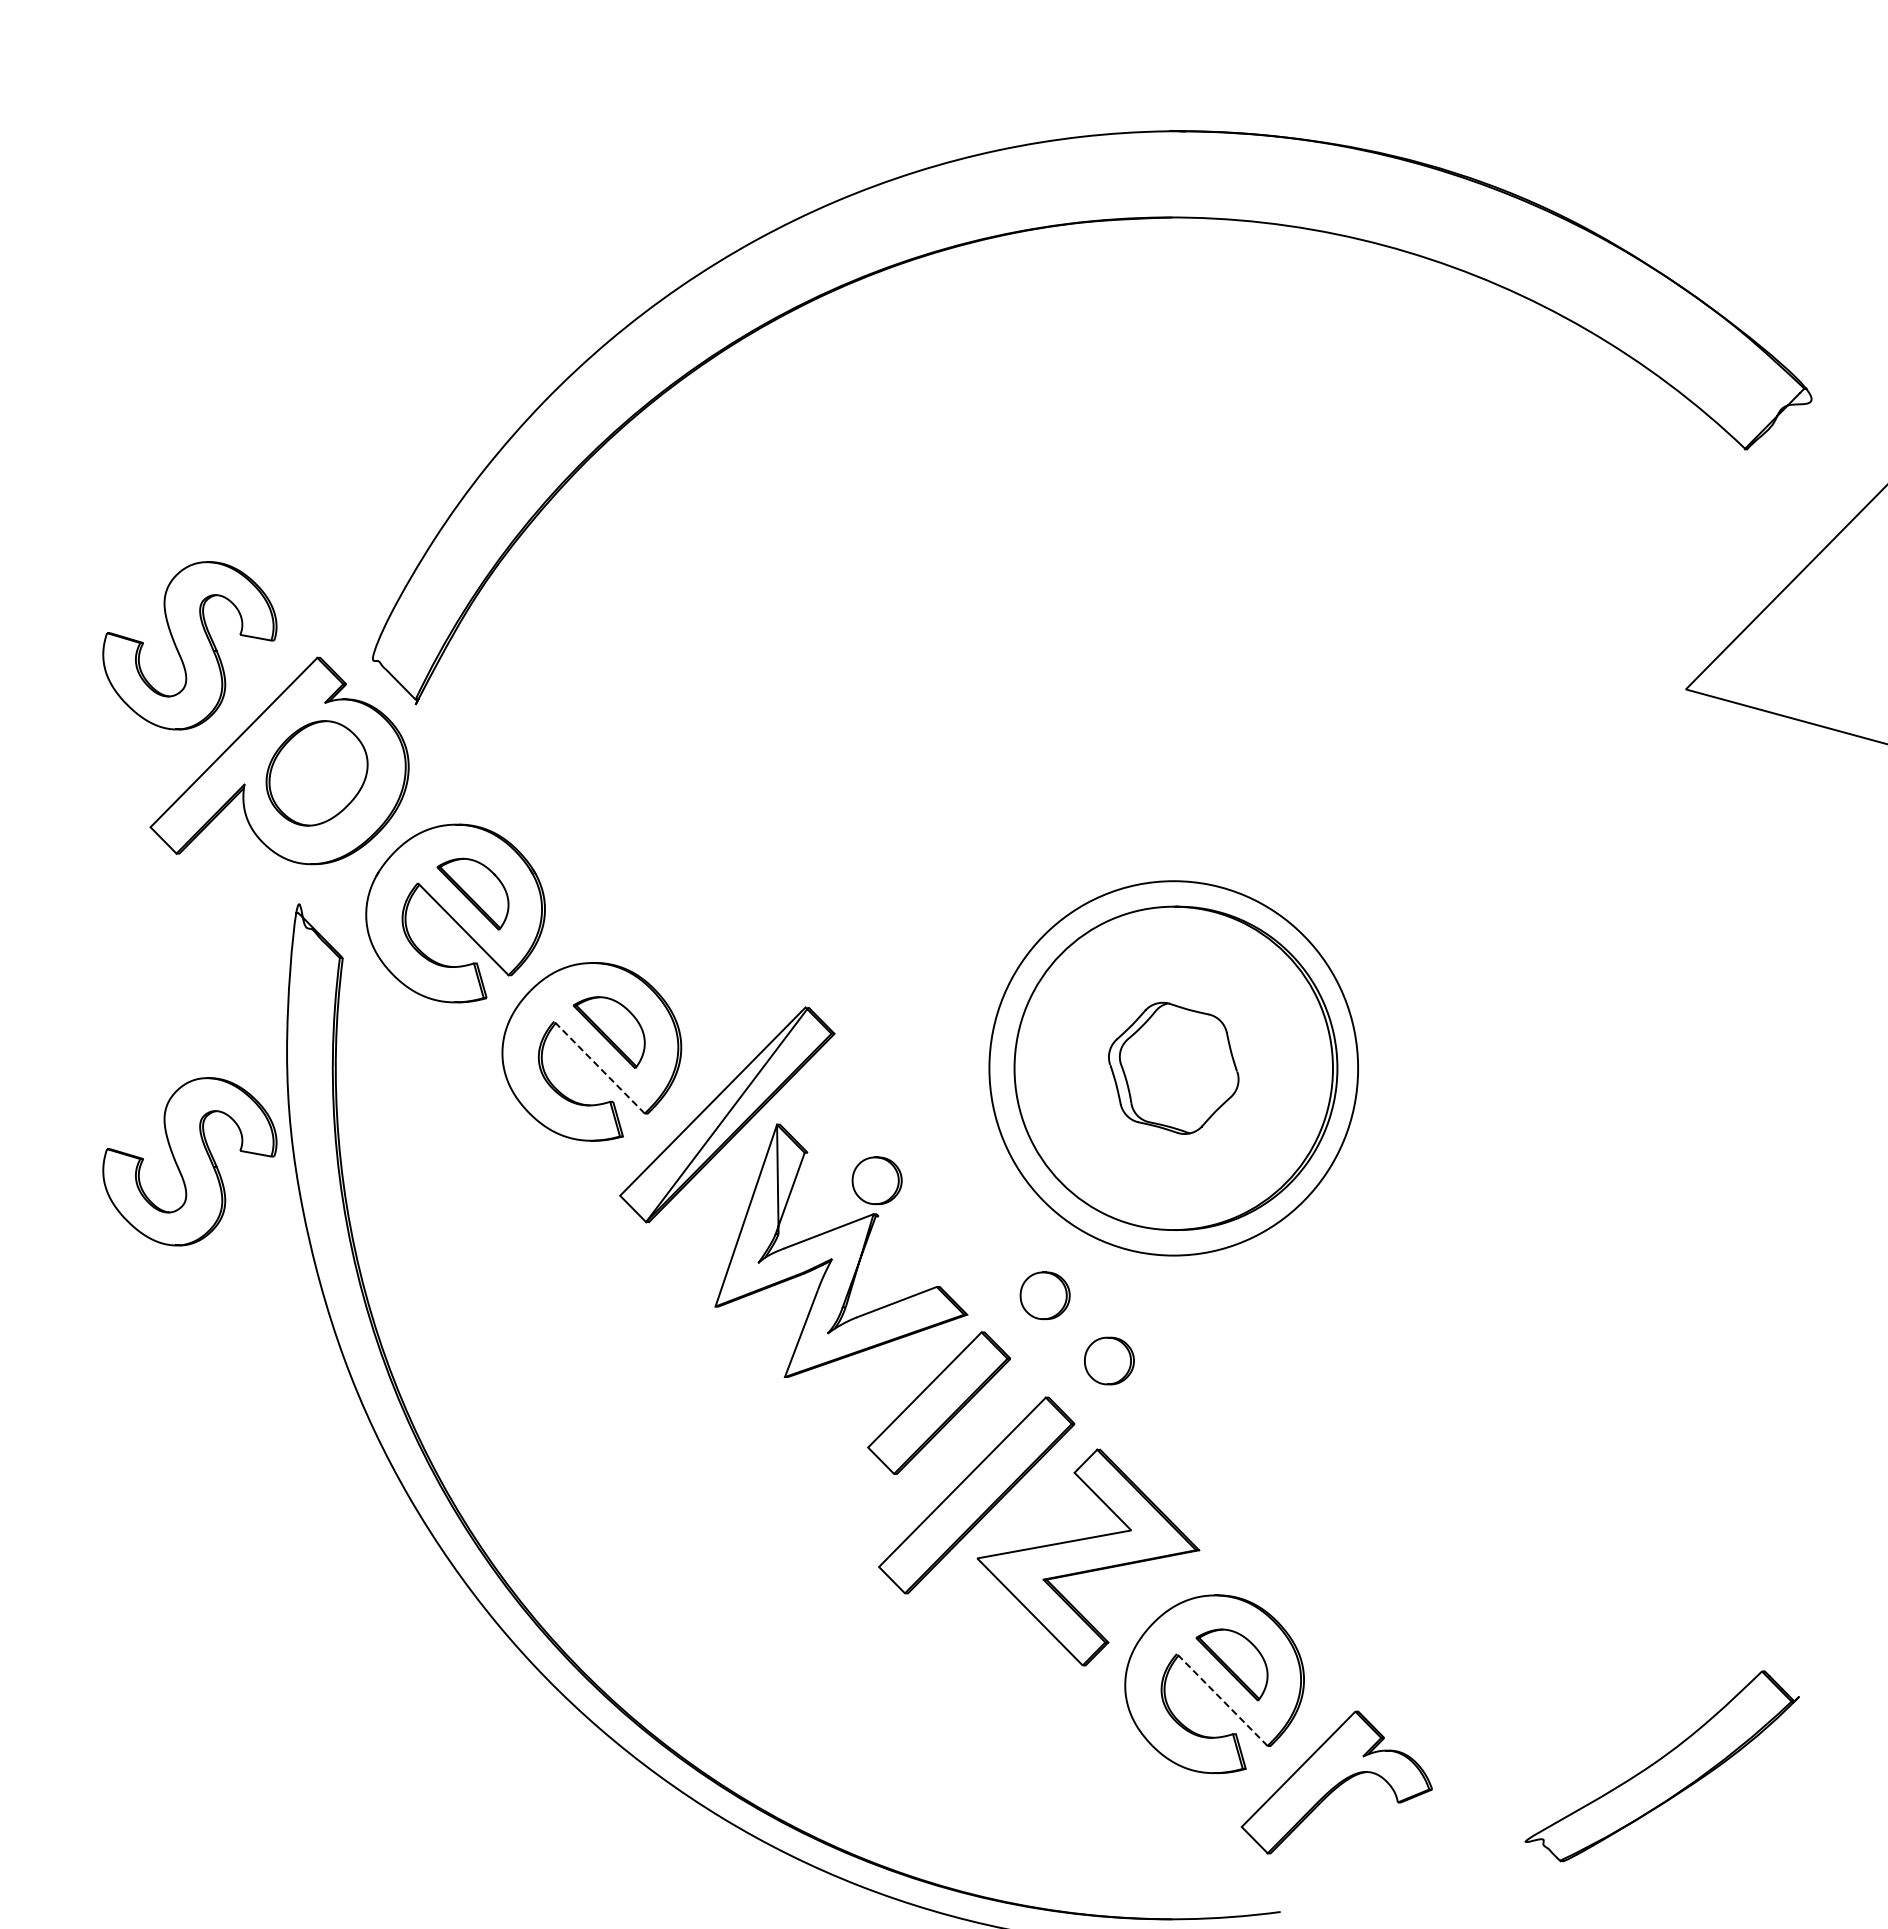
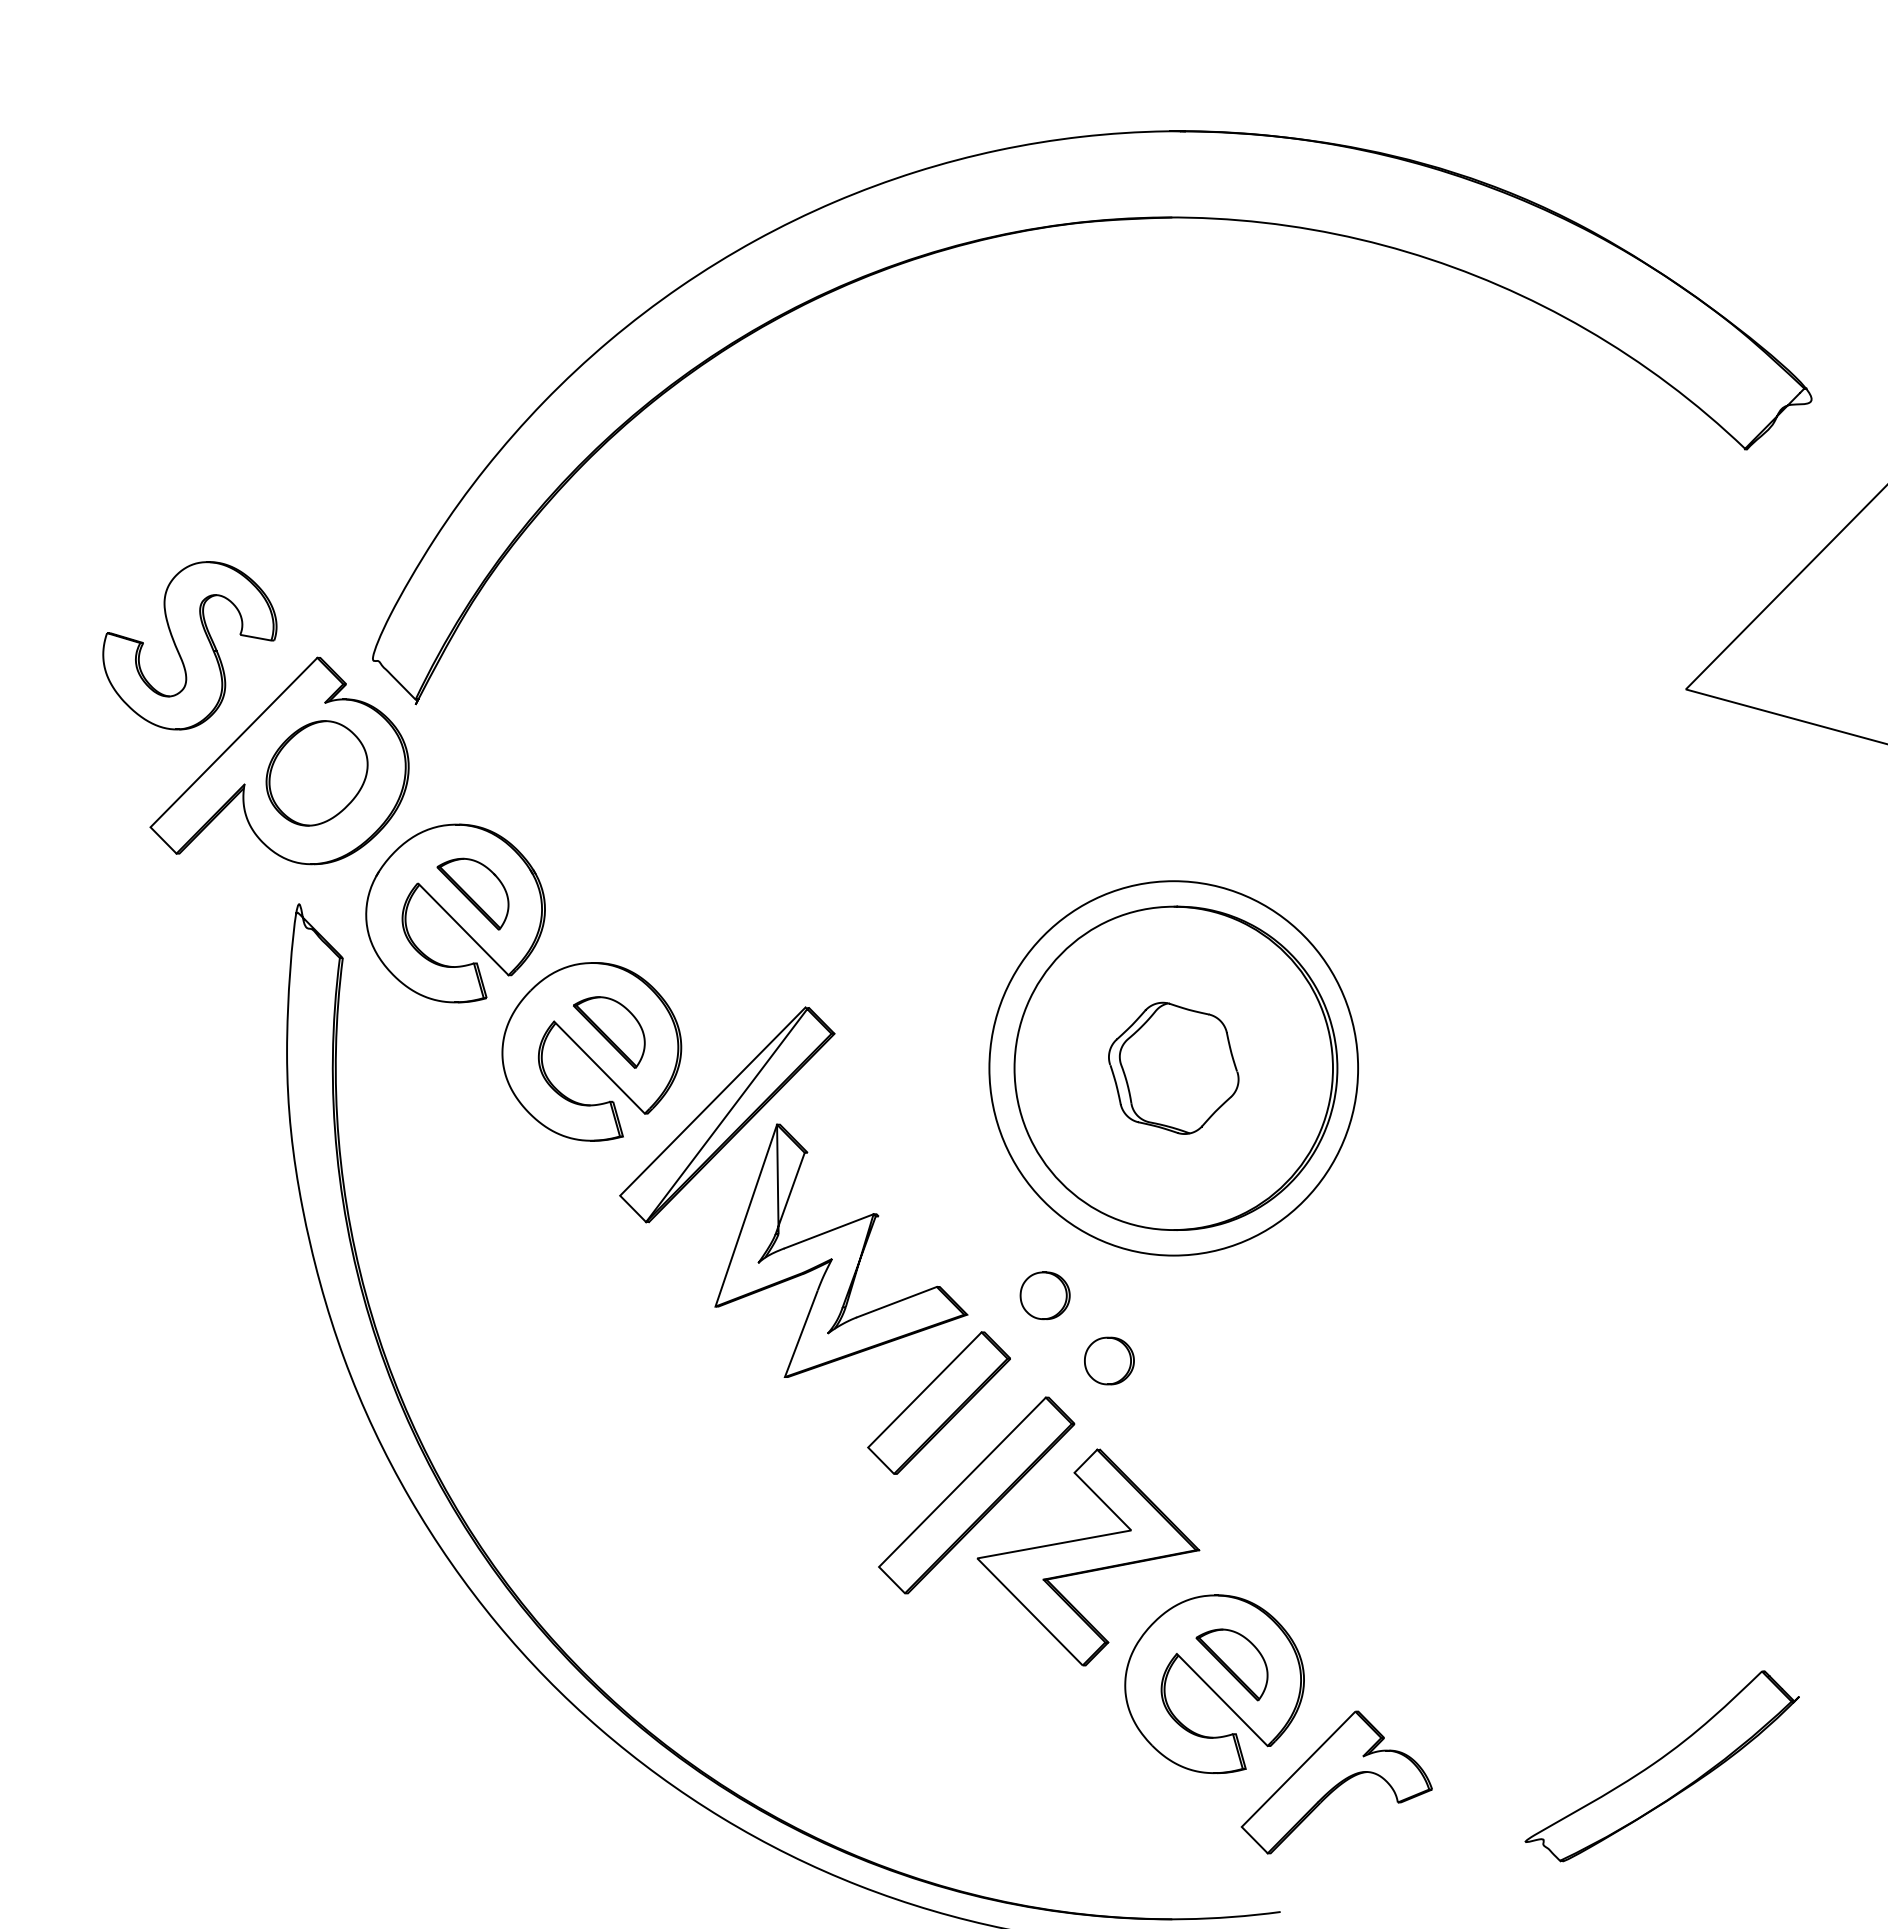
line at (599, 1067): dashed -> solid
part at (189, 1161): present -> none
part at (876, 1180): present -> none
line at (1222, 1699): dashed -> solid
